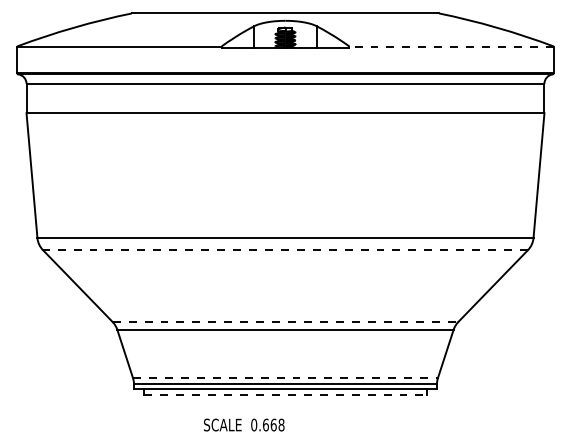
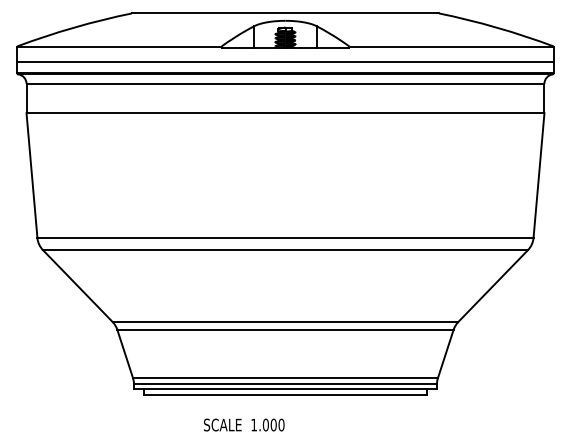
line at (451, 46): dashed -> solid
line at (285, 62): none -> present
line at (285, 250): dashed -> solid
line at (285, 321): dashed -> solid
line at (285, 378): dashed -> solid
line at (285, 395): dashed -> solid
text at (267, 424): 0.668 -> 1.000
